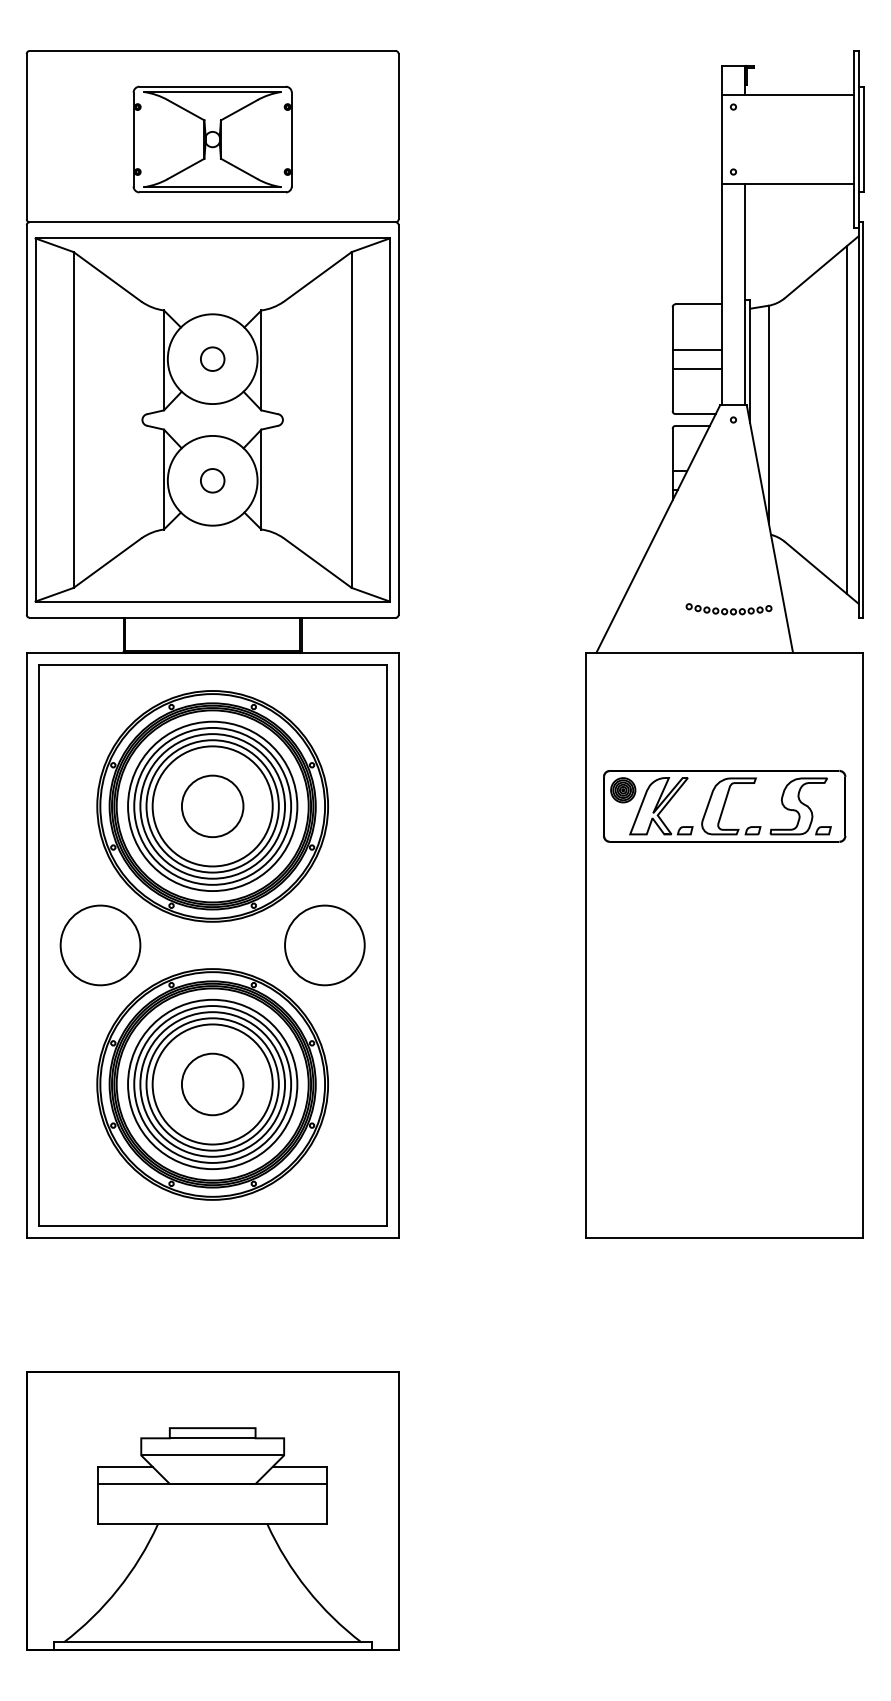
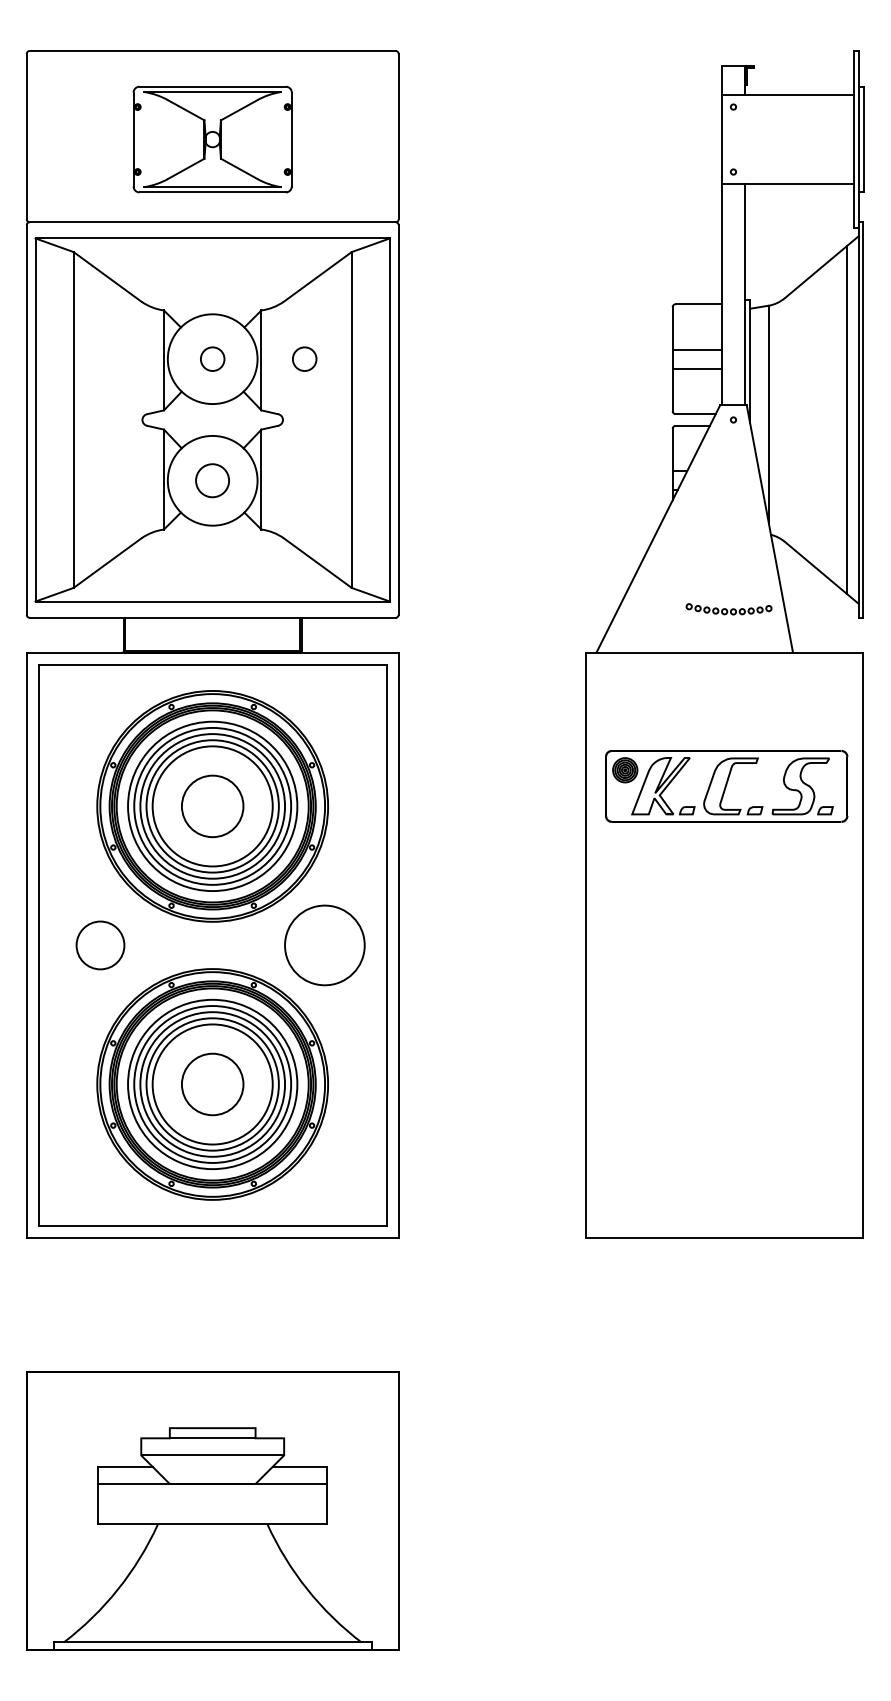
circle at (304, 358): none -> present
circle at (212, 480) size: 26x26 px -> 35x36 px
part at (724, 806) position: (724, 806) -> (726, 786)
circle at (100, 945) size: 83x83 px -> 51x51 px
